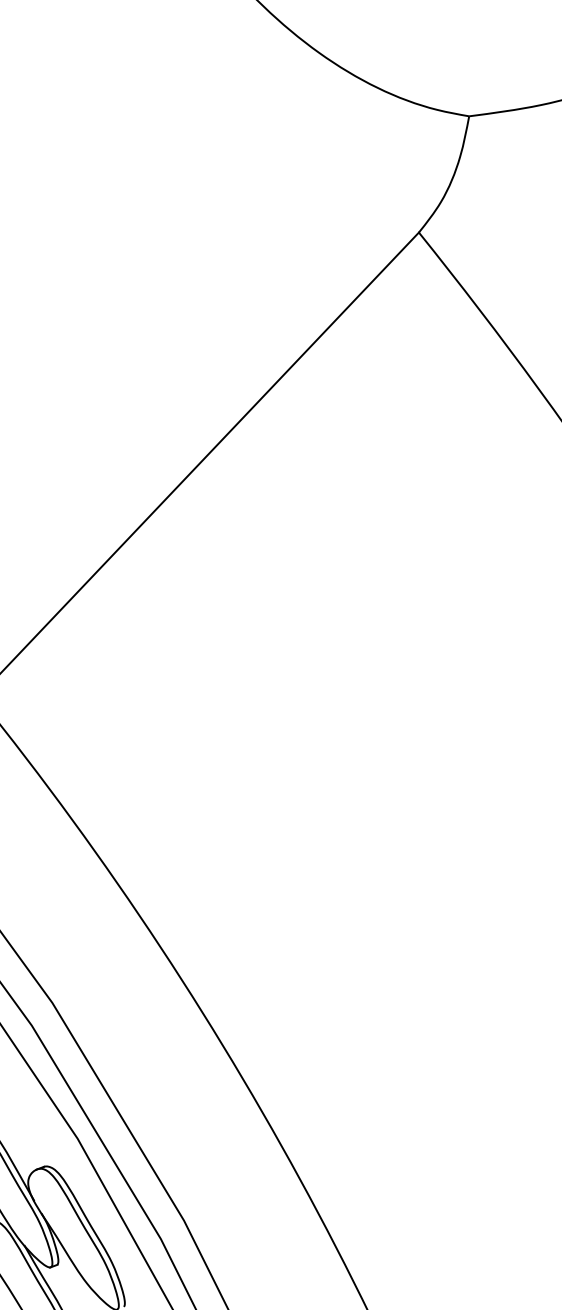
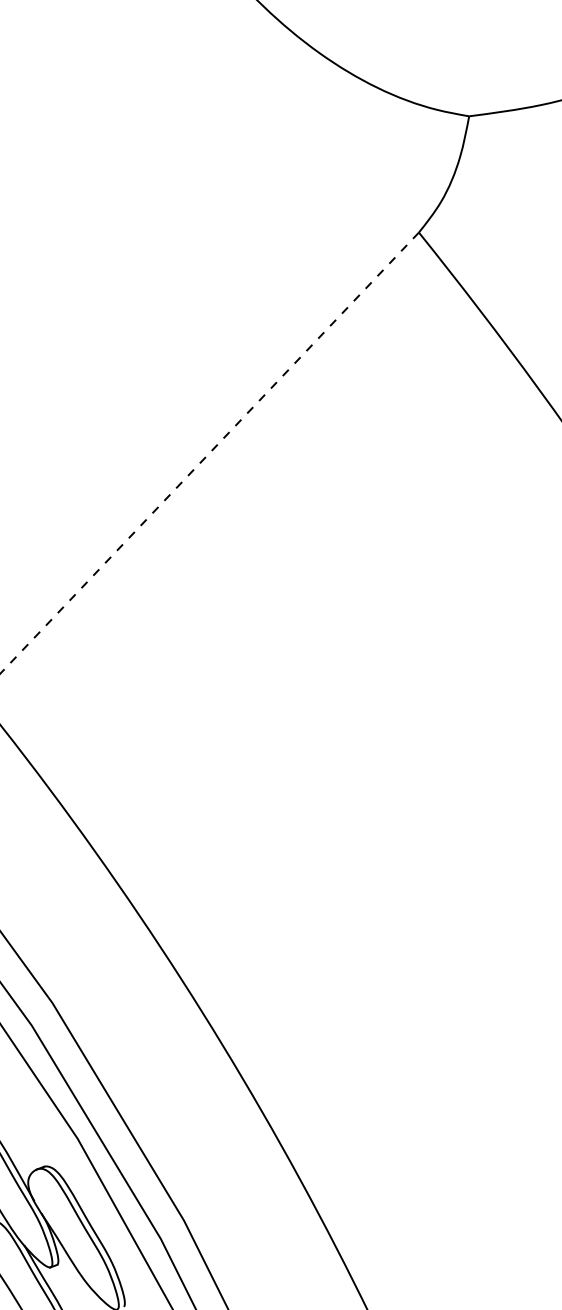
line at (209, 453): solid -> dashed
